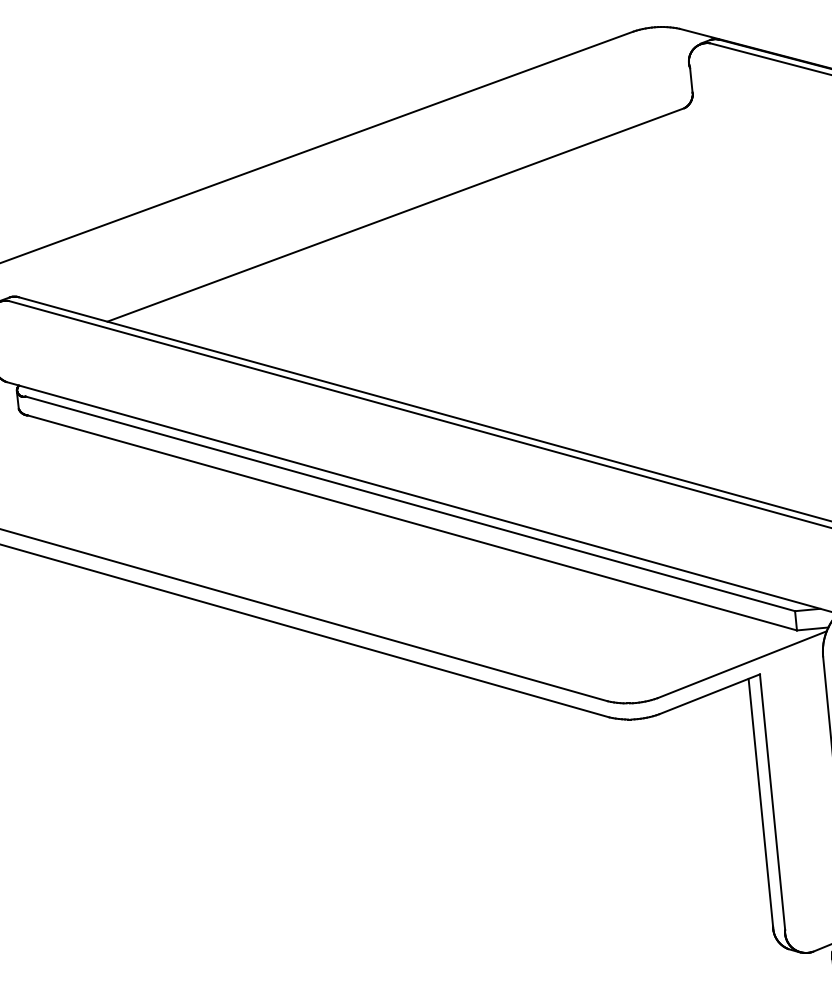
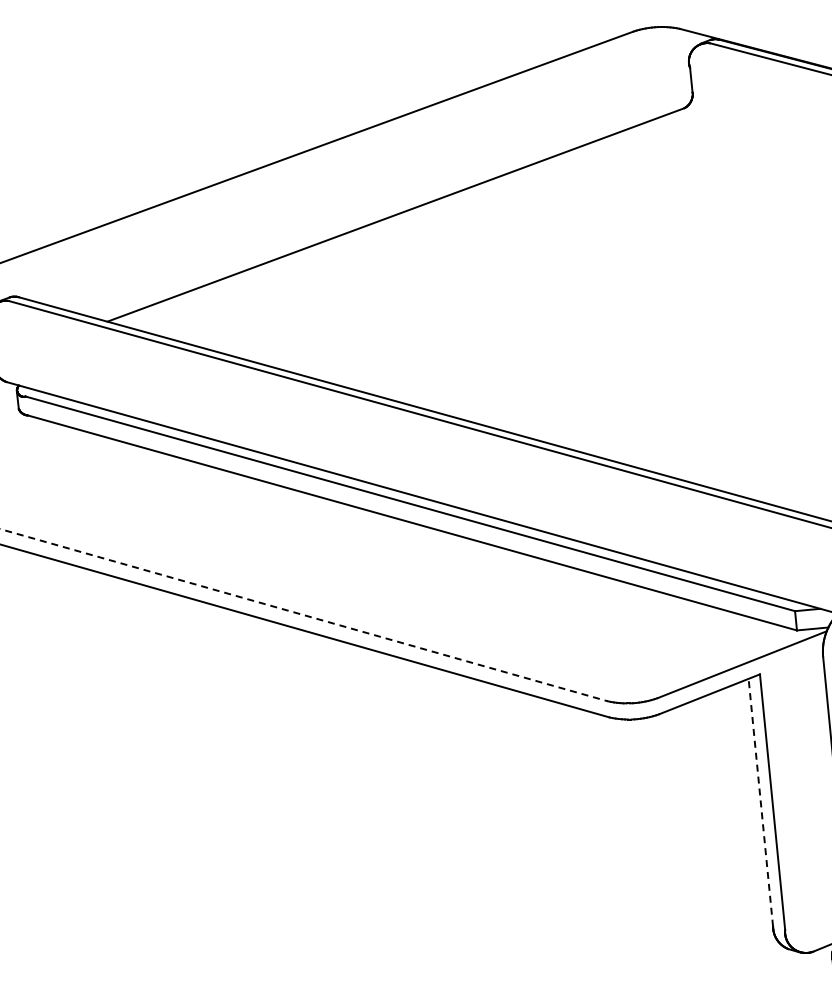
line at (303, 615): solid -> dashed
line at (760, 802): solid -> dashed
